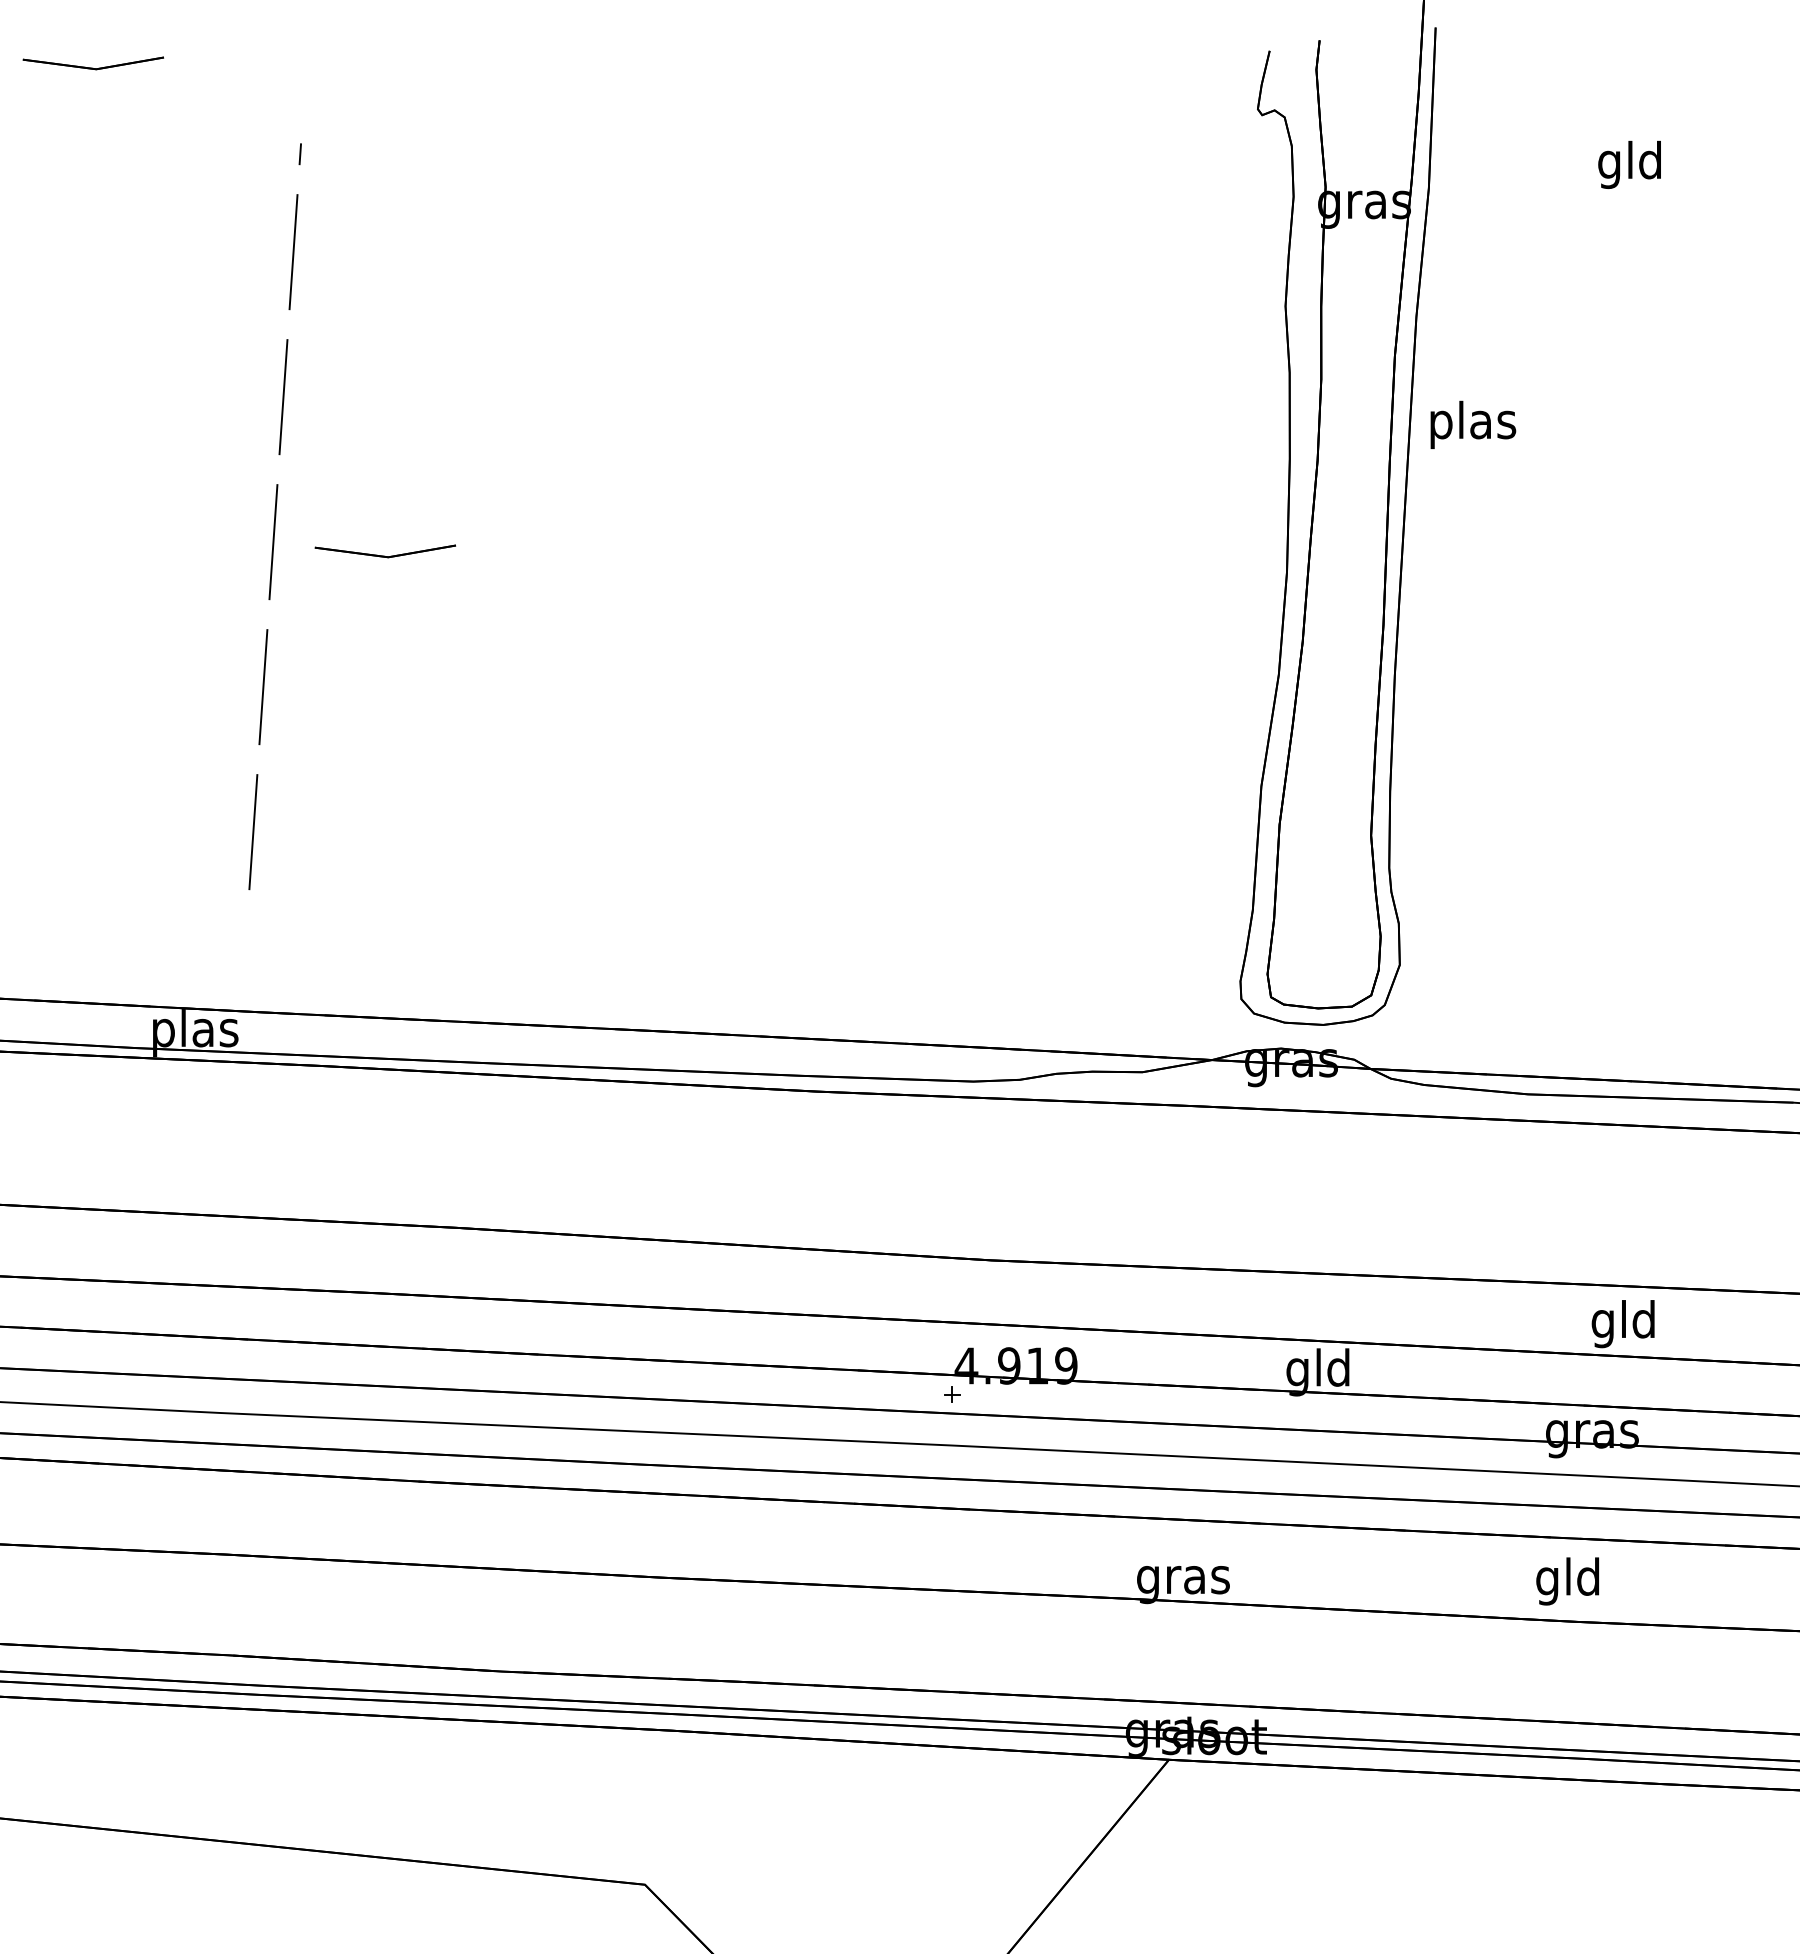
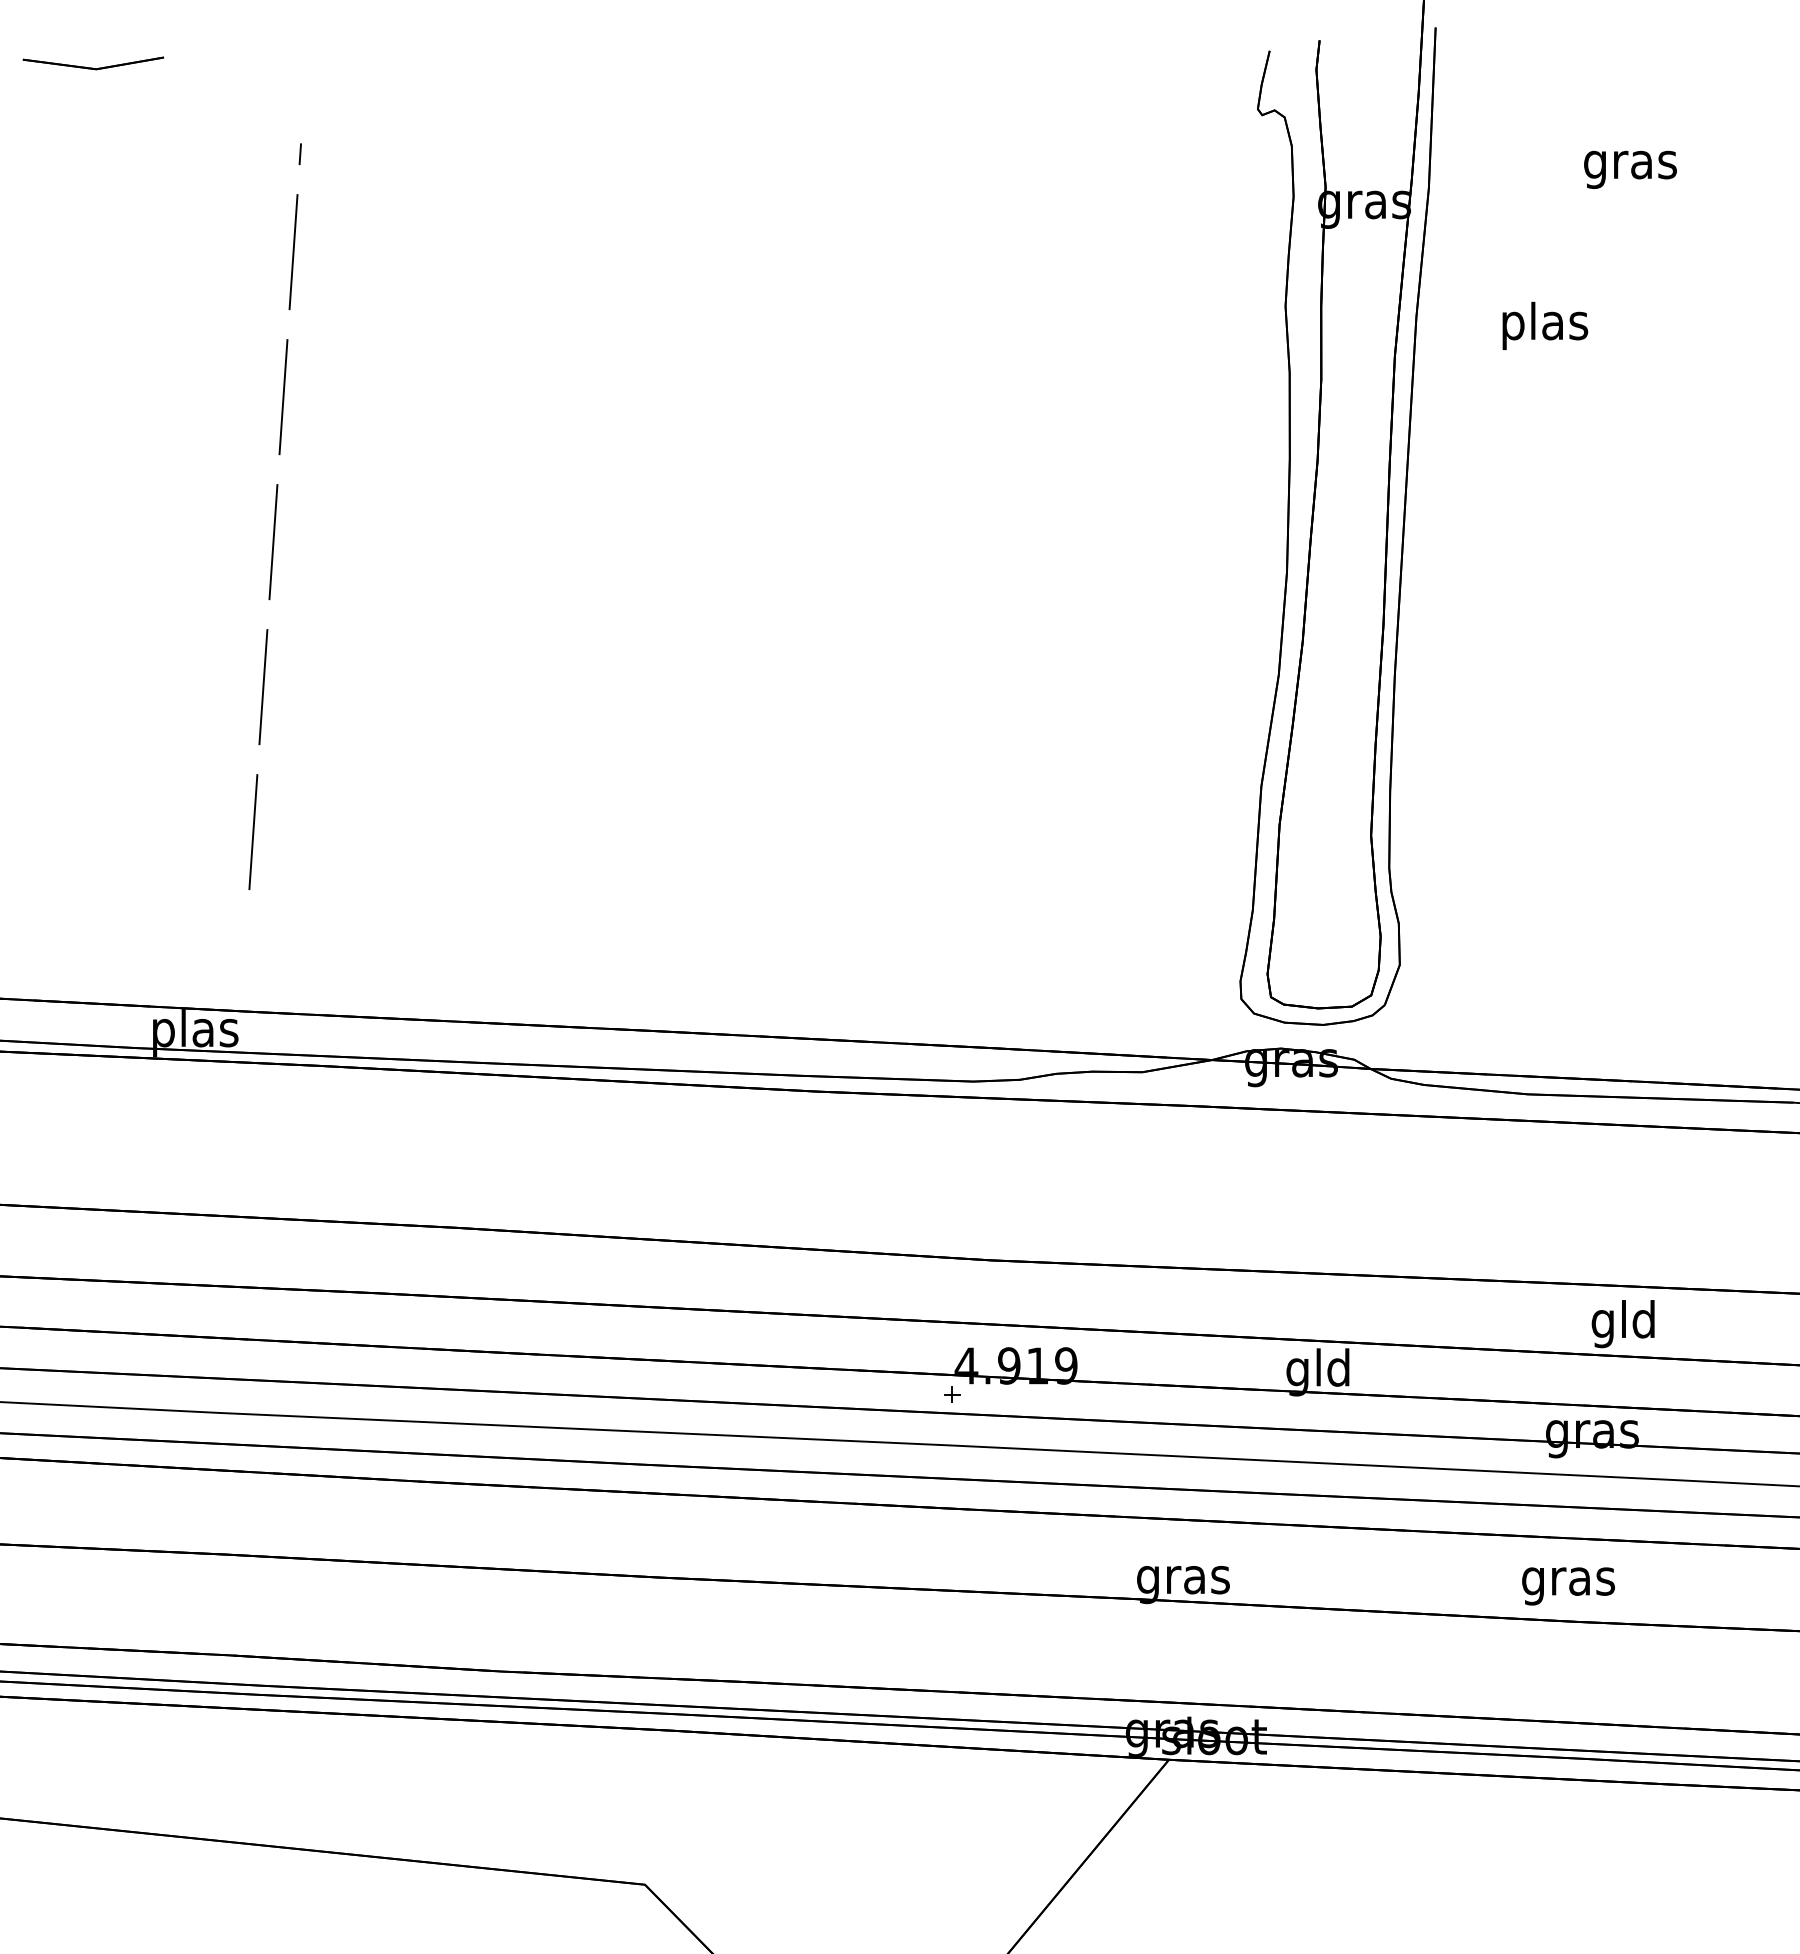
text at (1630, 164): gld -> gras
text at (1473, 424) position: (1473, 424) -> (1545, 325)
part at (385, 551): present -> none
text at (1568, 1581): gld -> gras
